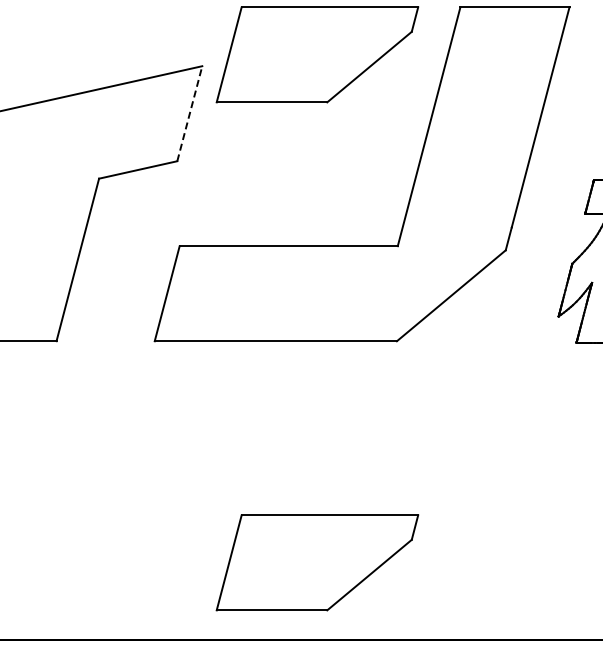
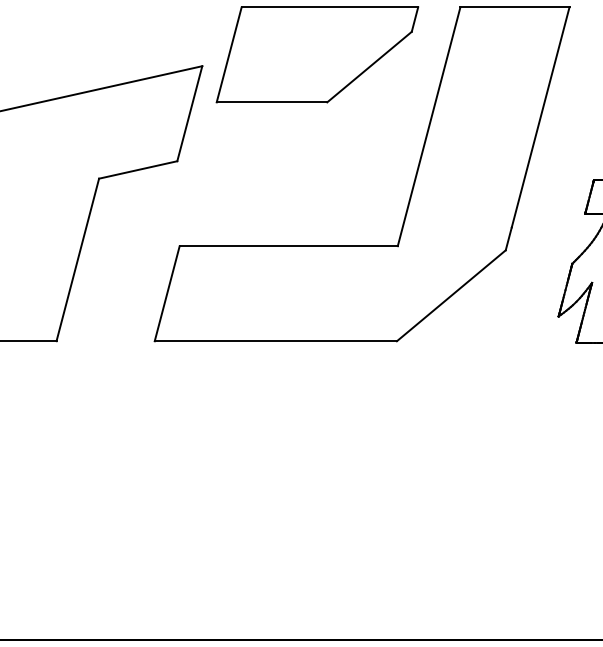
line at (189, 113): dashed -> solid
part at (317, 562): present -> none
